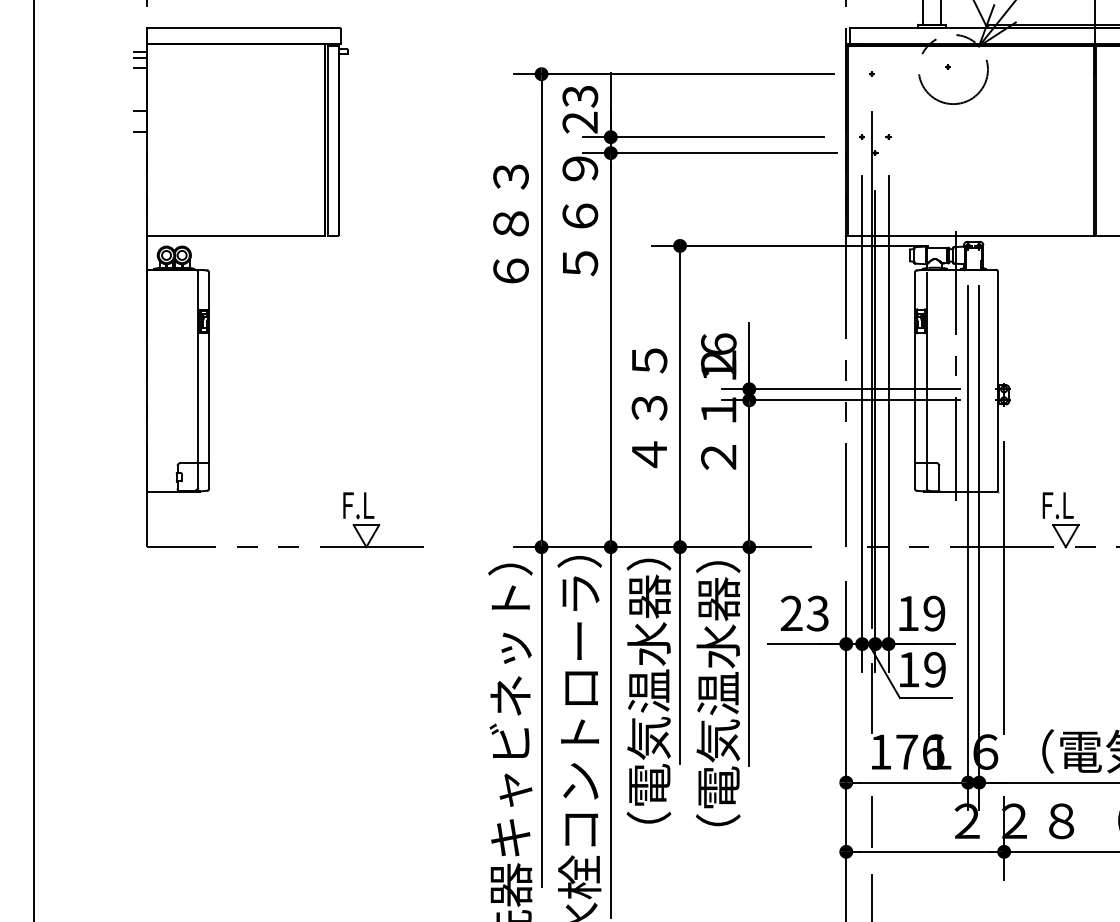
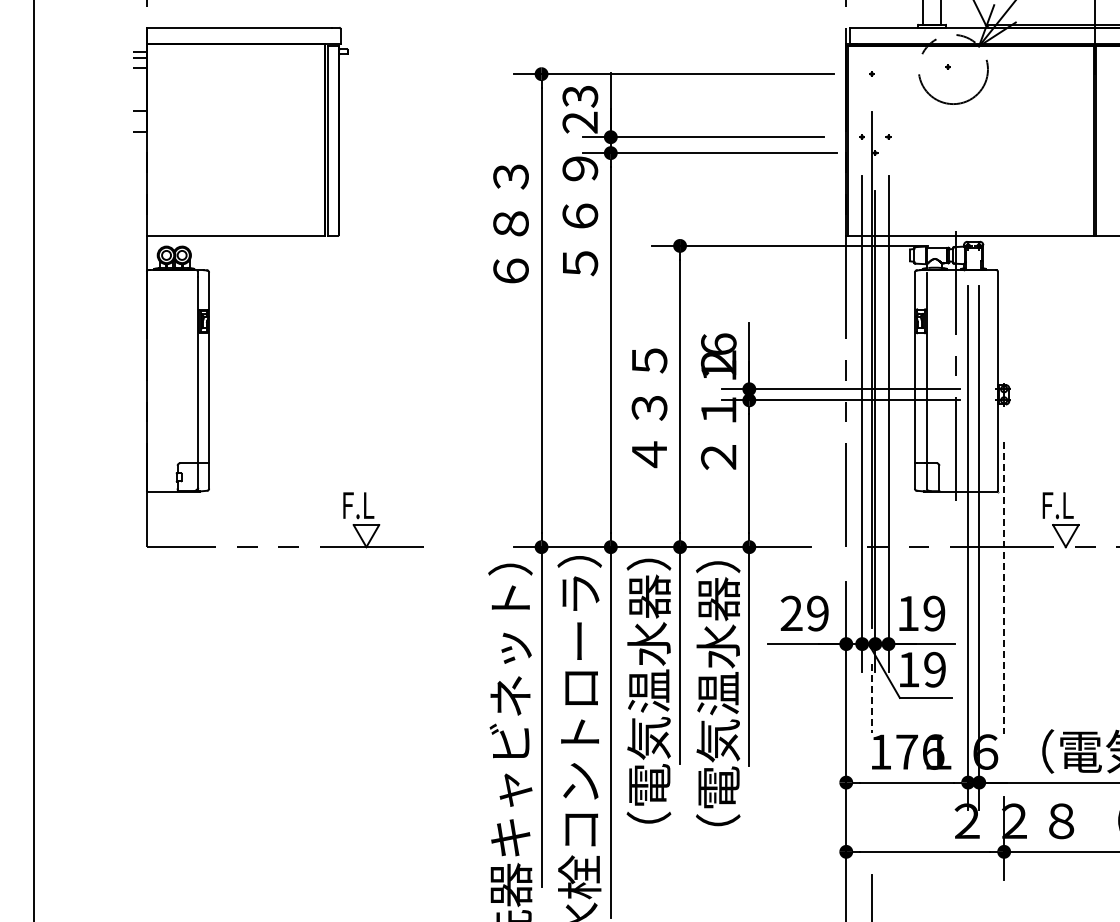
line at (1004, 587): solid -> dashed
text at (817, 613): 23 -> 29
line at (871, 699): solid -> dashed
line at (871, 822): present -> none
